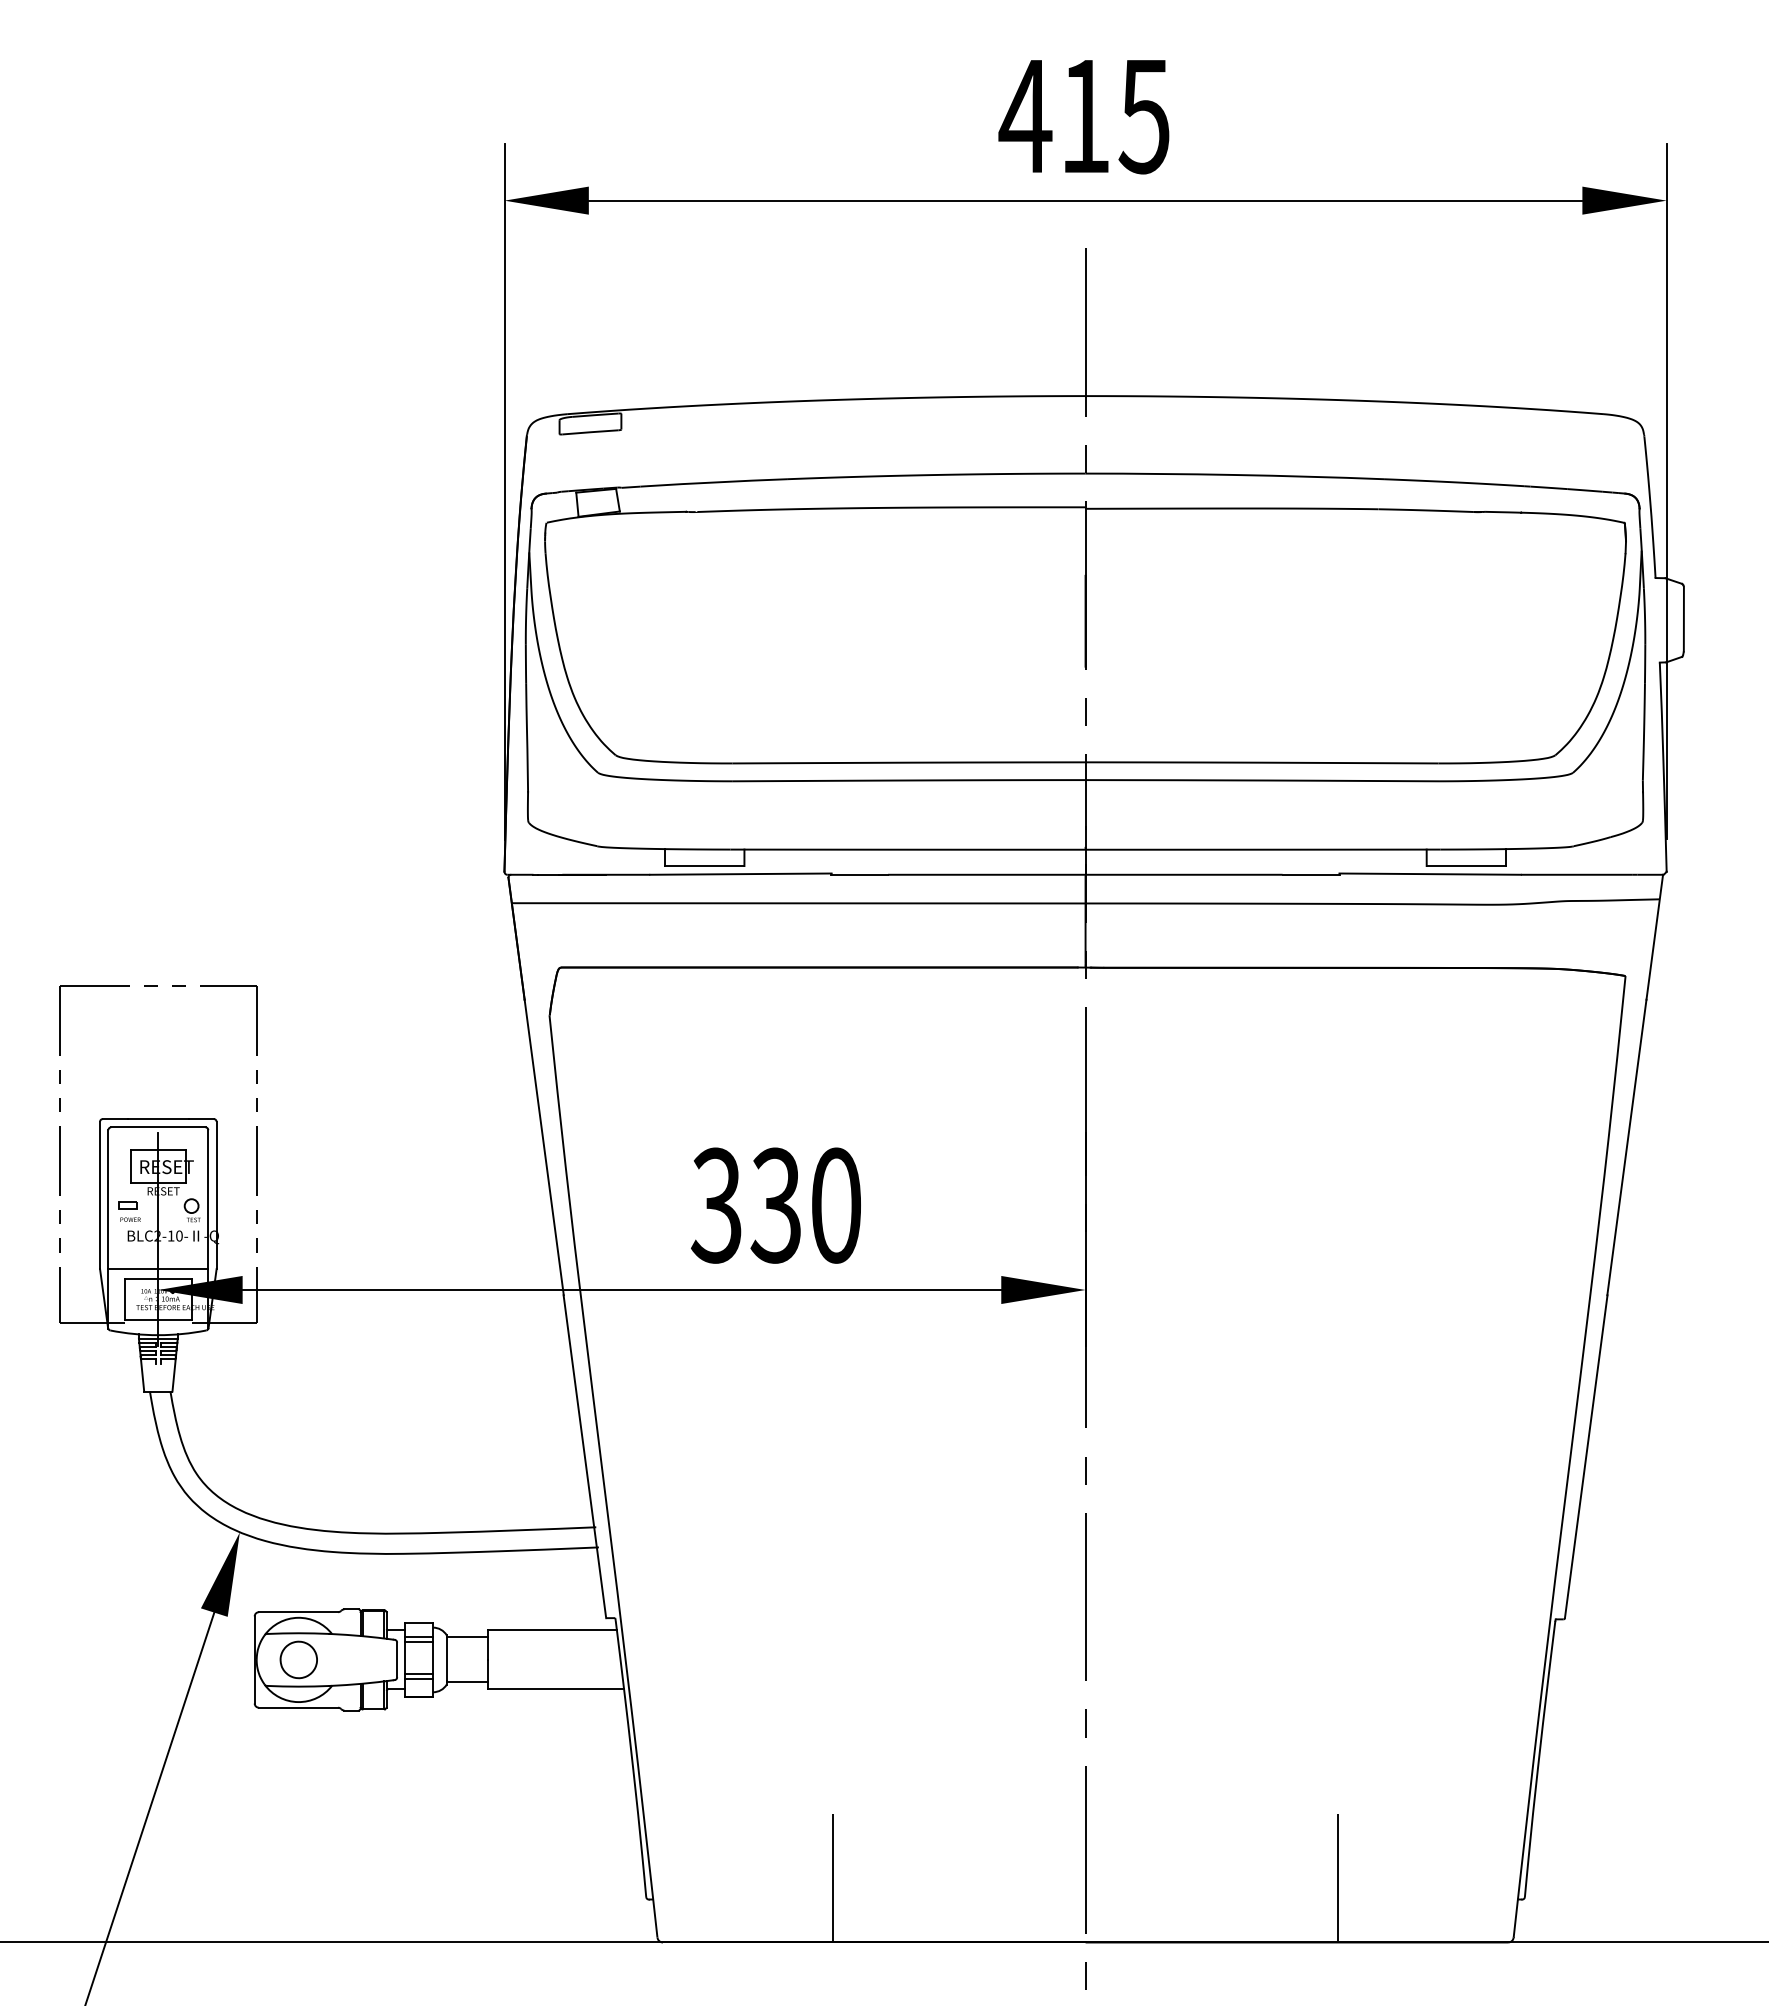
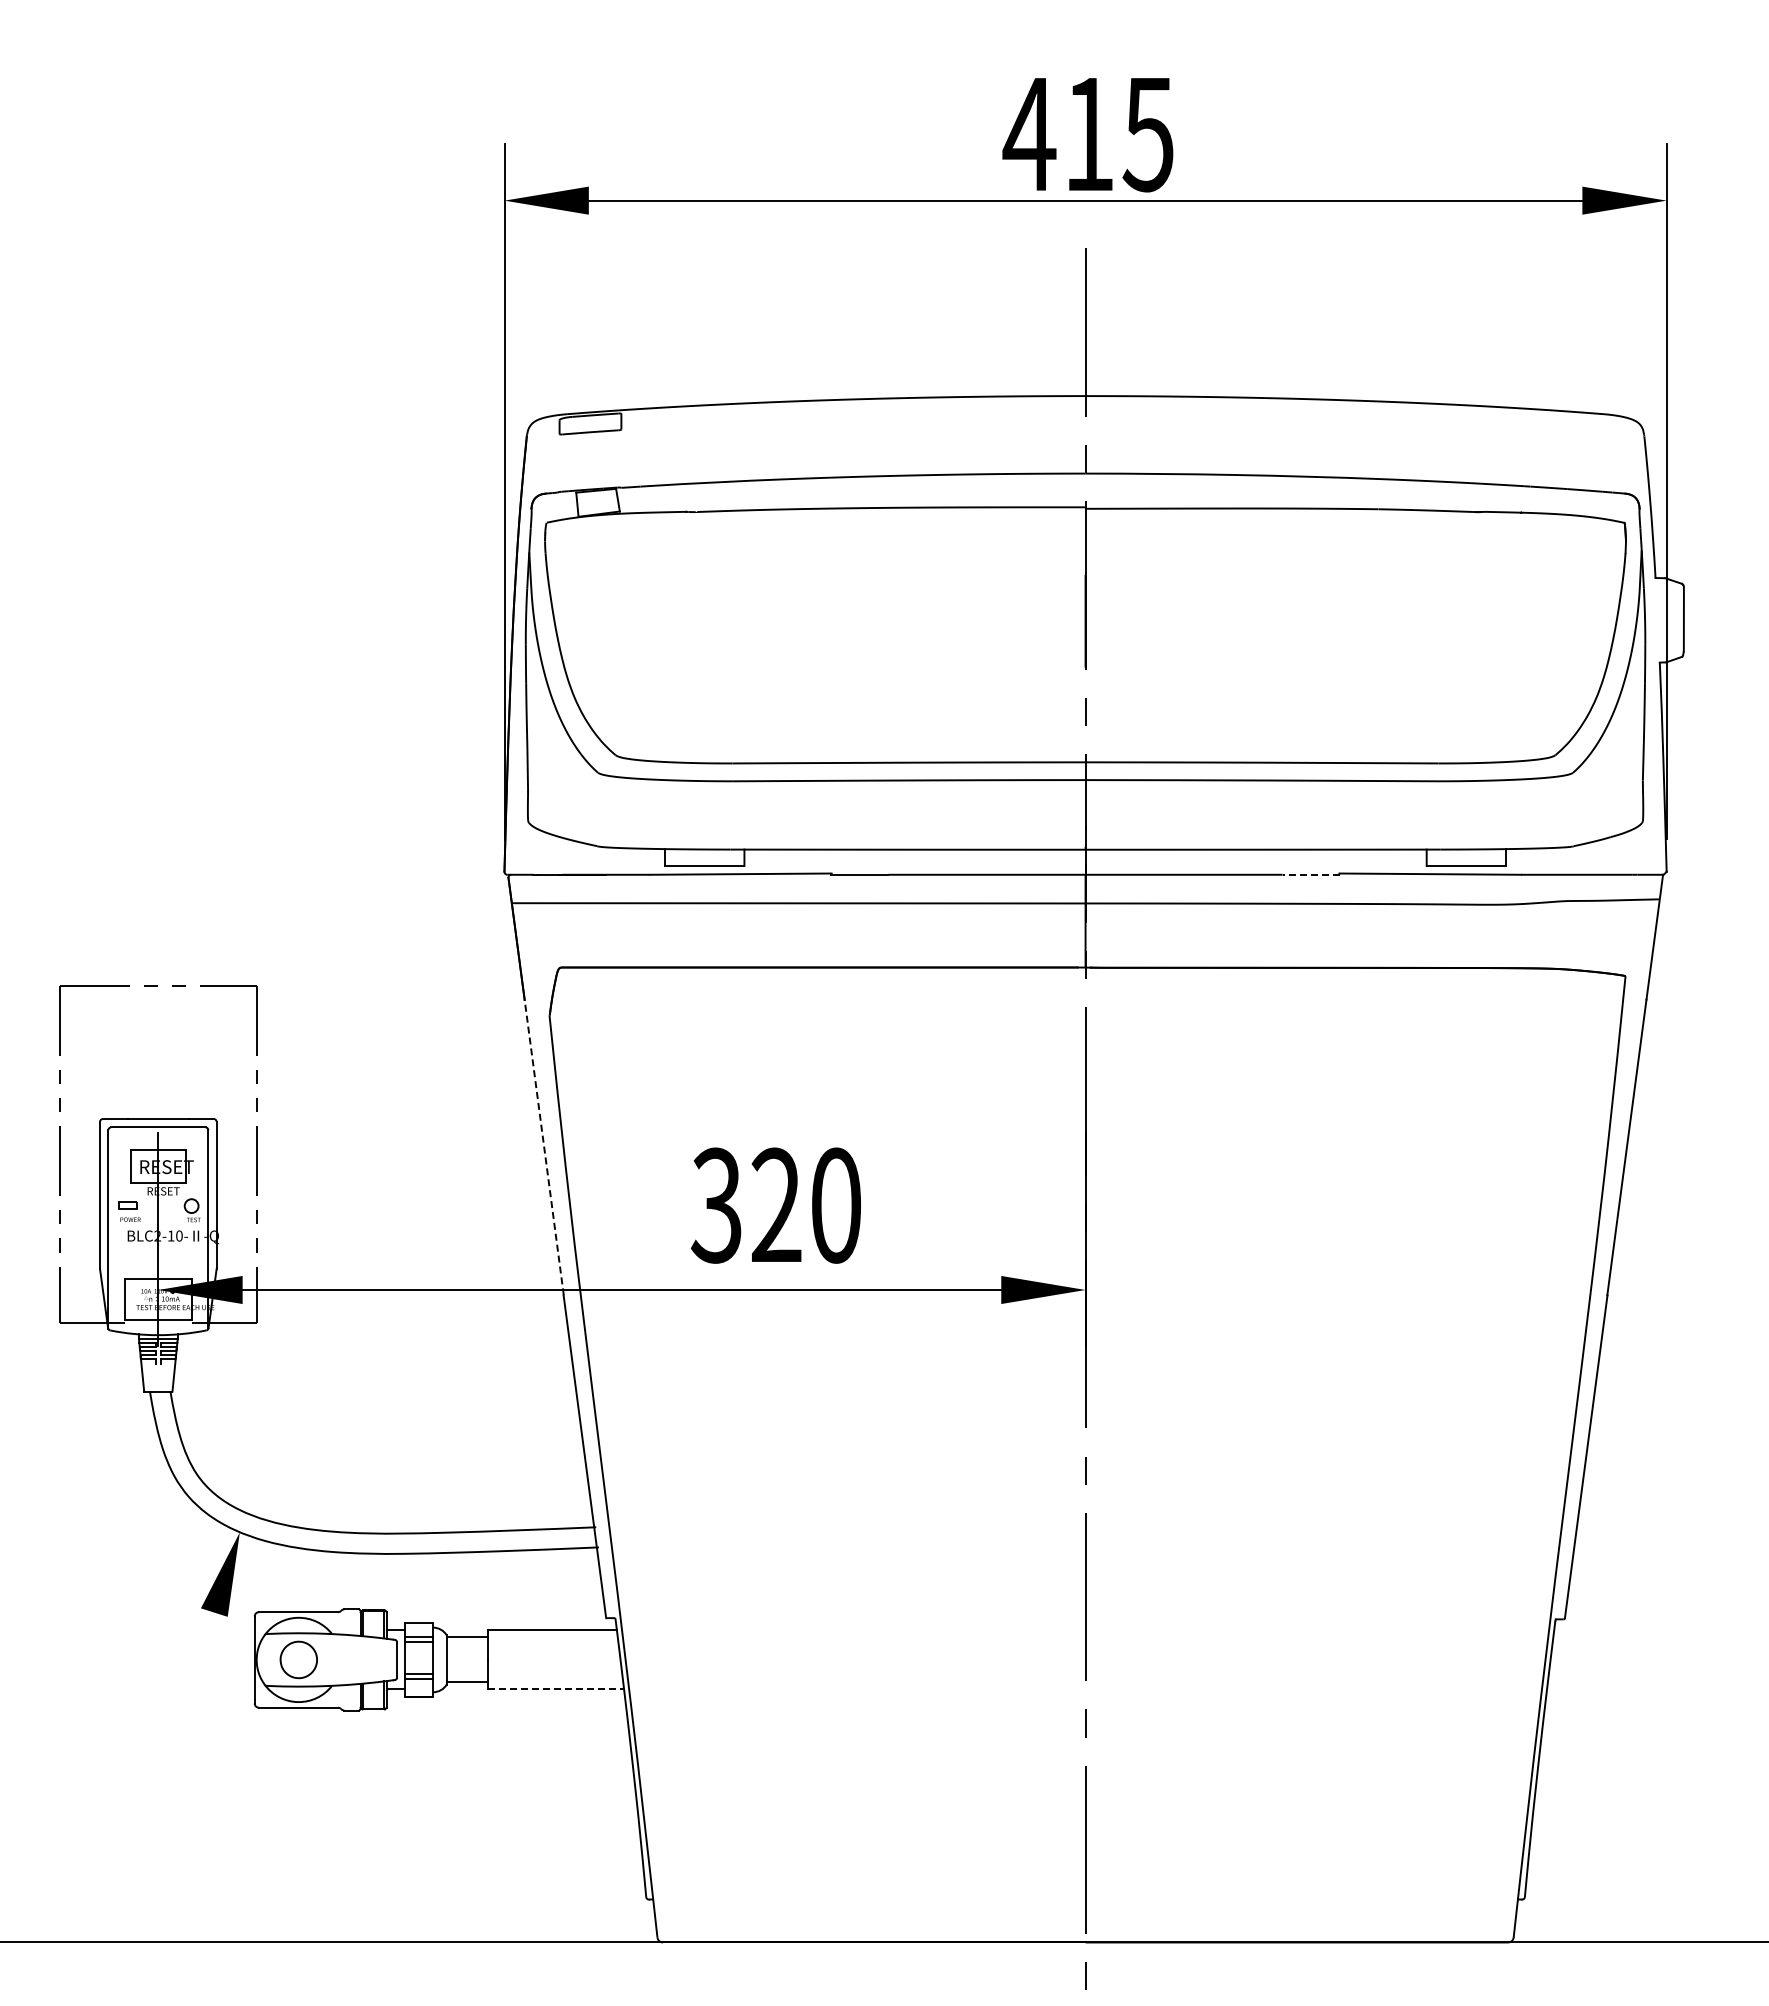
text at (1083, 117) position: (1083, 117) -> (1087, 135)
line at (1311, 874): solid -> dashed
line at (544, 1147): solid -> dashed
text at (775, 1205): 330 -> 320
line at (158, 1269): present -> none
line at (556, 1689): solid -> dashed
line at (150, 1807): present -> none
line at (832, 1876): present -> none
line at (1338, 1876): present -> none
